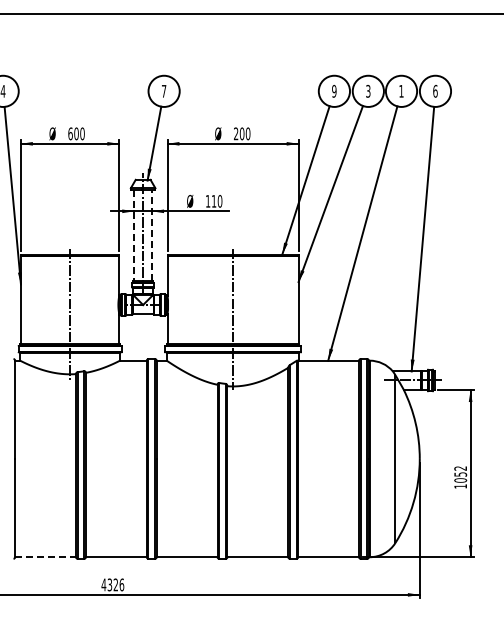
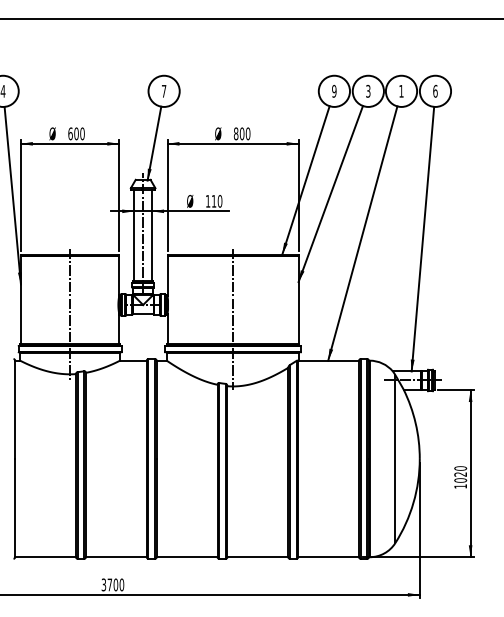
line at (251, 13) position: (251, 13) -> (251, 18)
text at (235, 133): 200 -> 800
line at (134, 235): dashed -> solid
line at (152, 235): dashed -> solid
text at (460, 471): 1052 -> 1020
line at (46, 557): dashed -> solid
text at (112, 584): 4326 -> 3700
